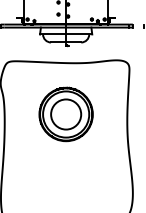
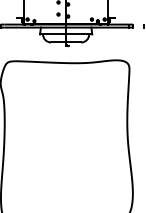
part at (65, 114): present -> none
